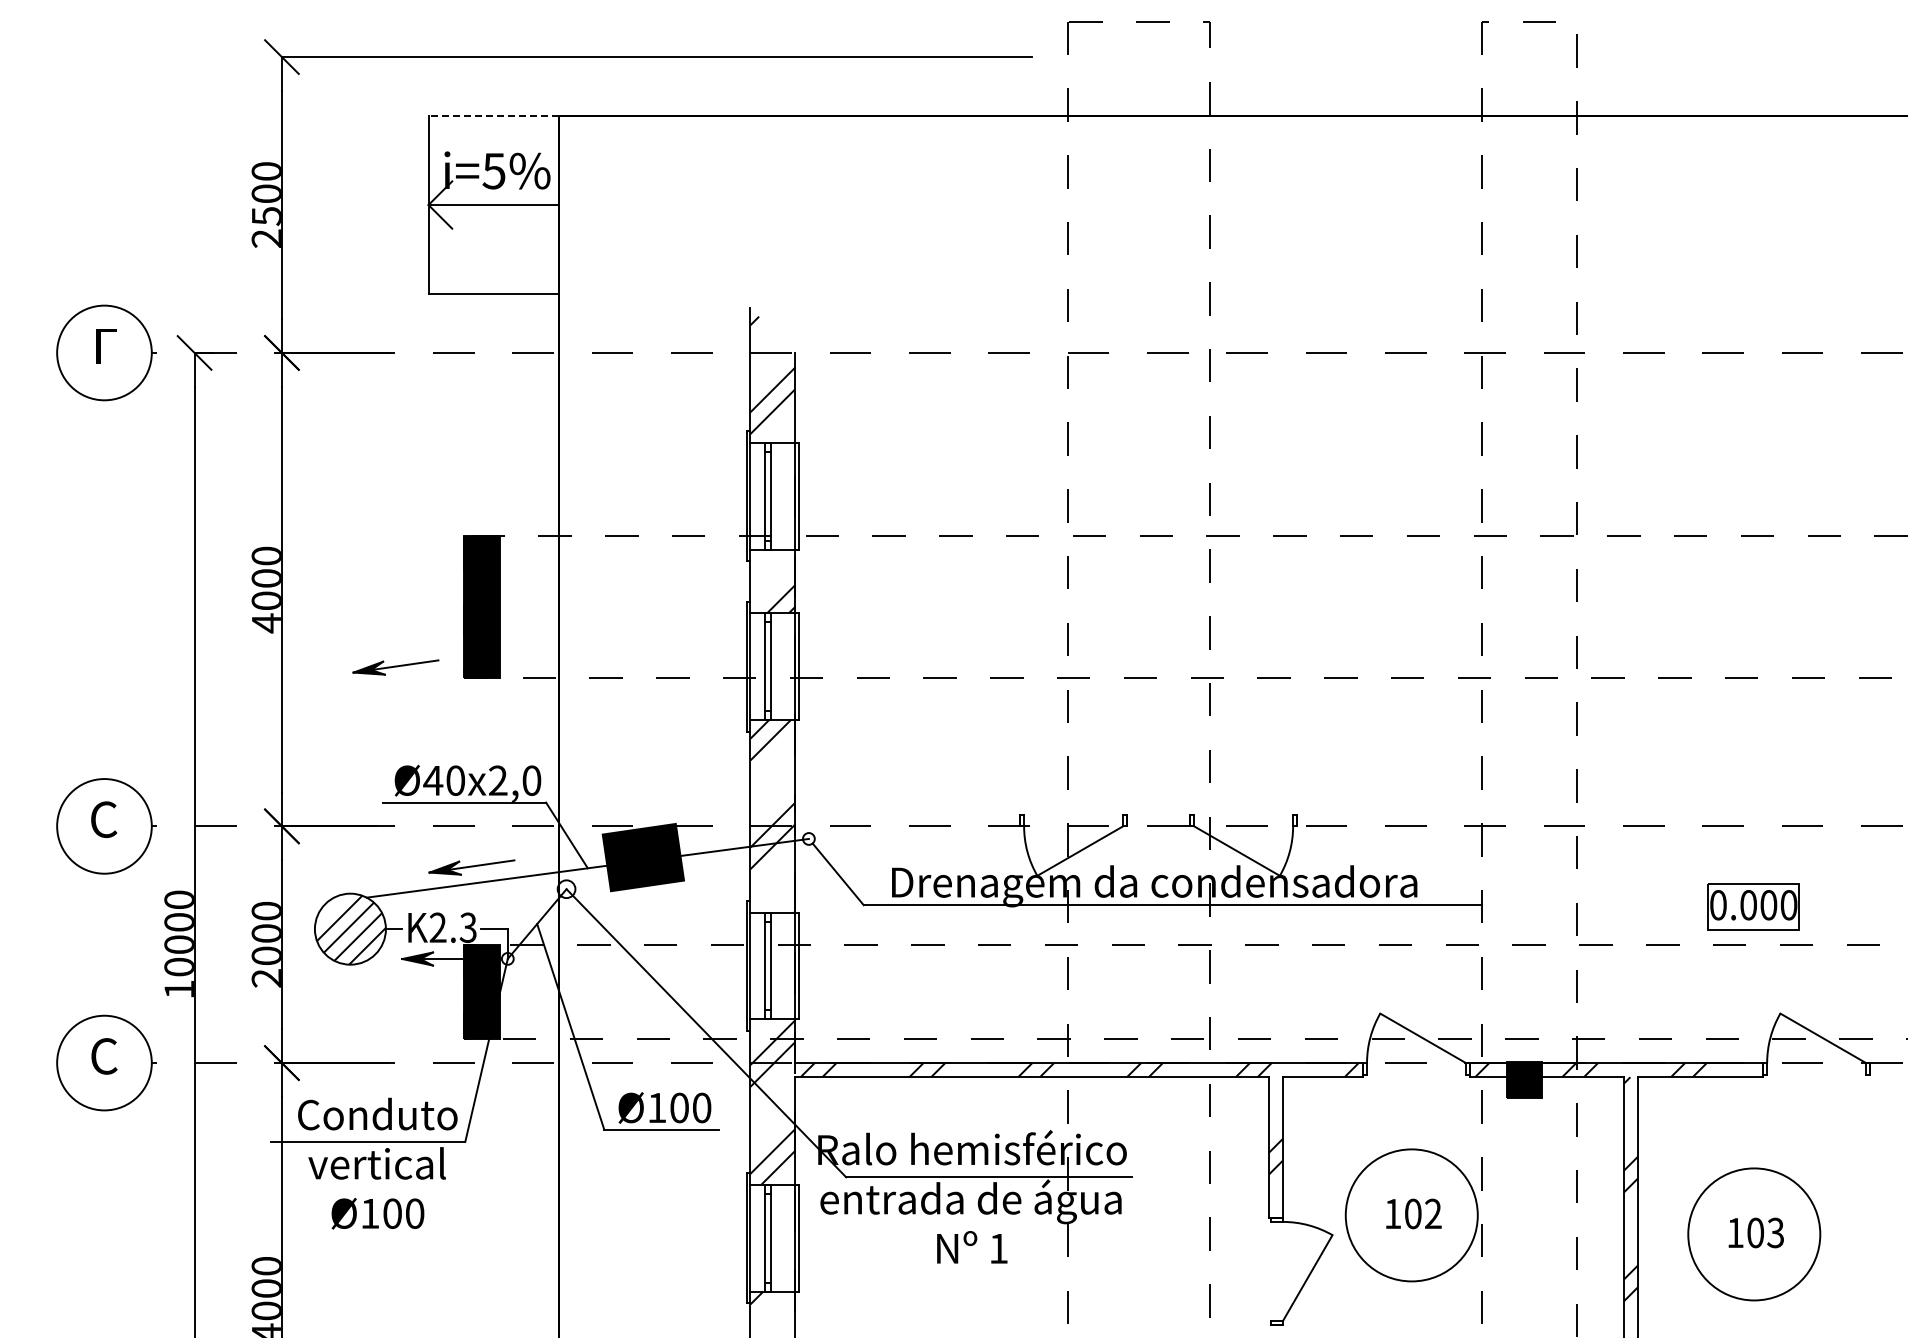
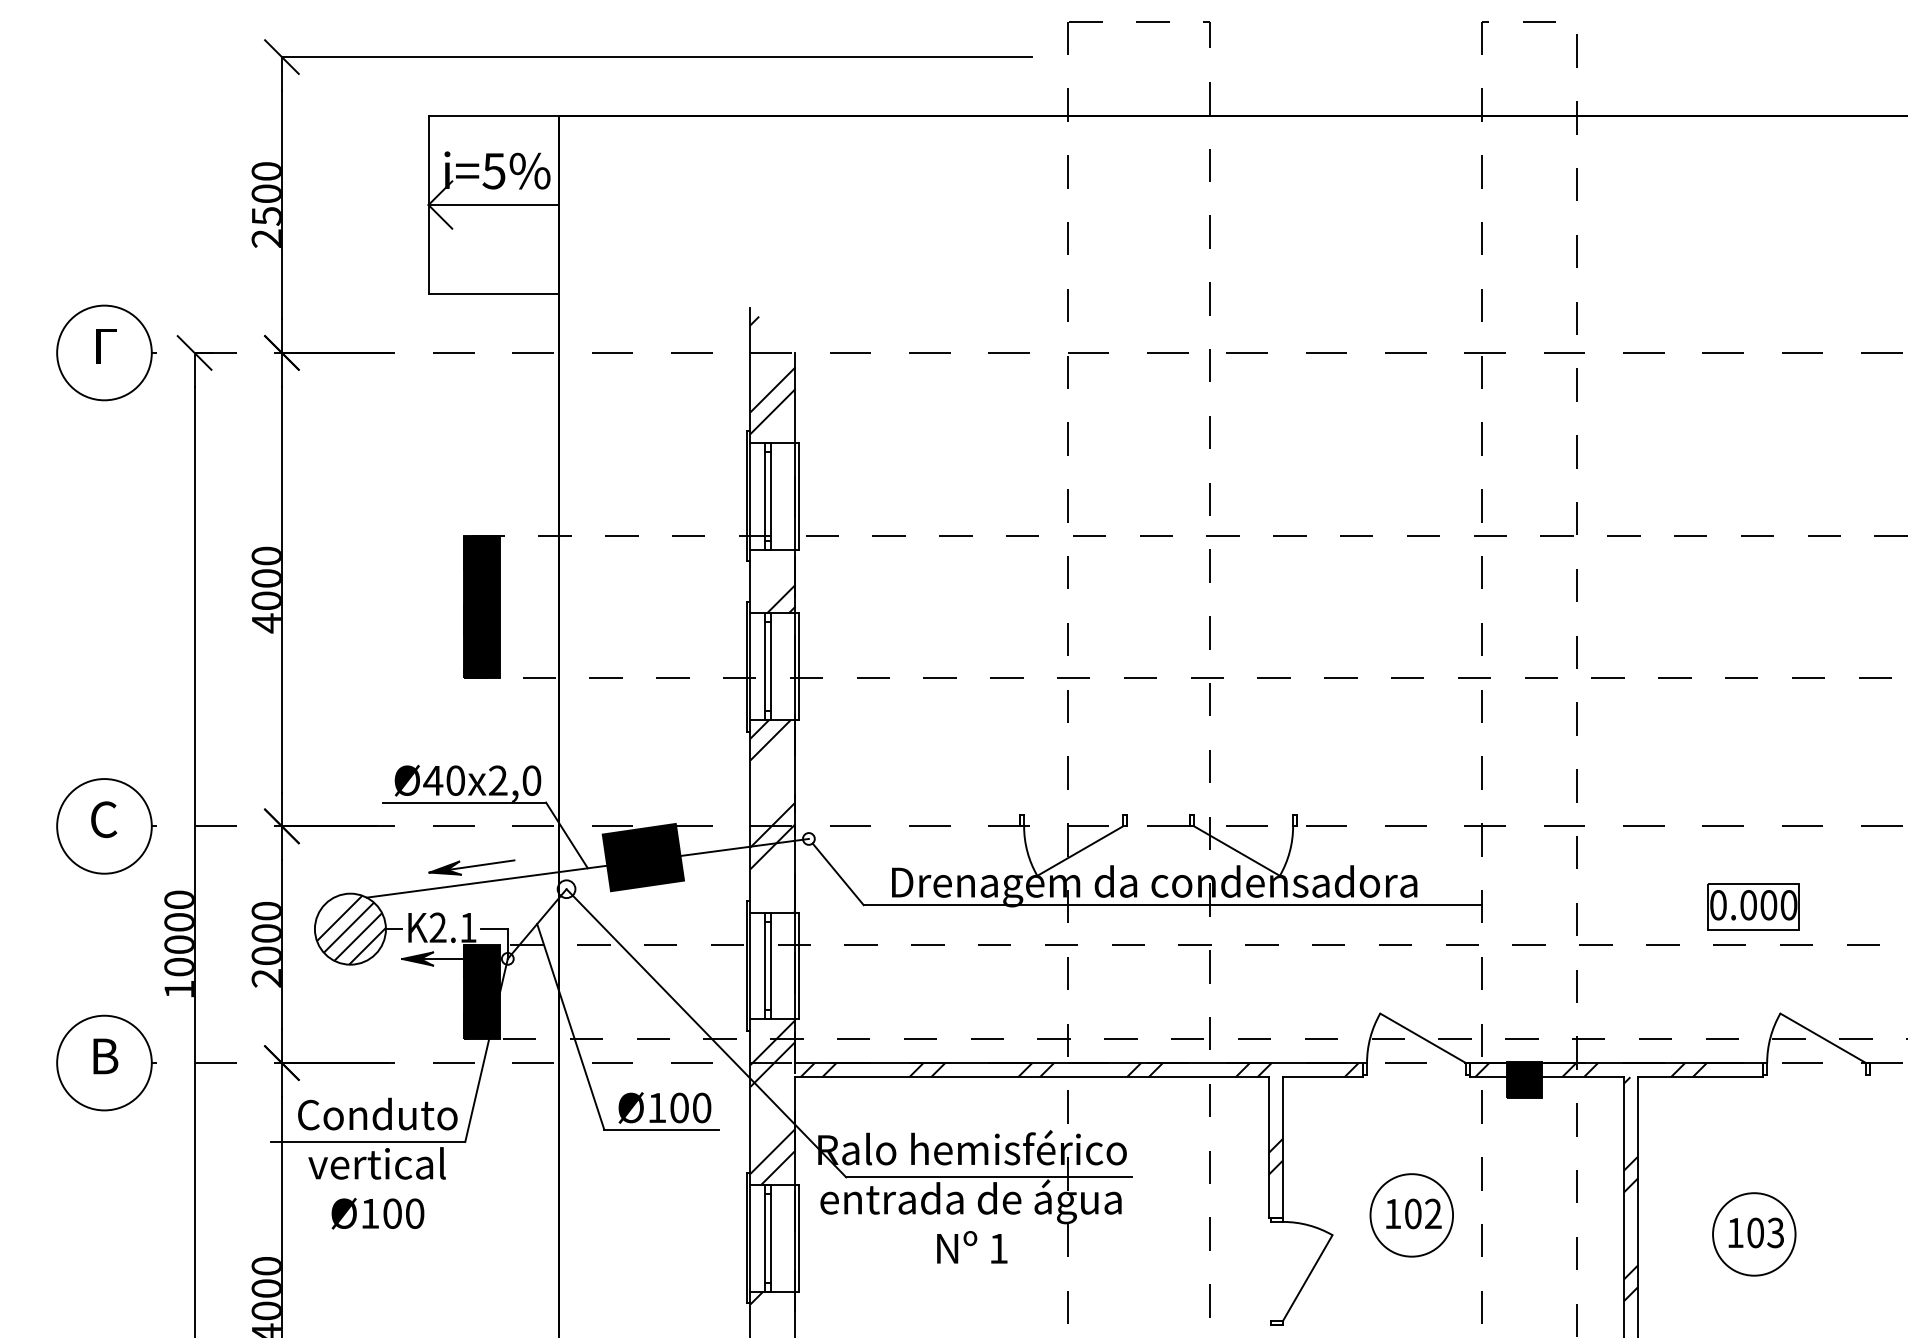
line at (493, 116): dashed -> solid
part at (395, 667): present -> none
text at (467, 927): K2.3 -> K2.1
text at (104, 1056): C -> B
circle at (1411, 1215) diameter: 132 px -> 83 px
circle at (1754, 1234) diameter: 132 px -> 83 px
